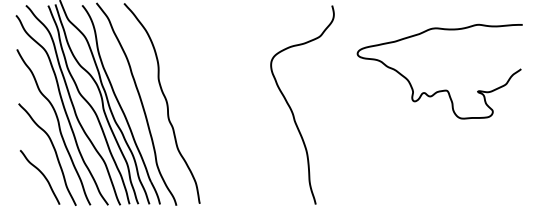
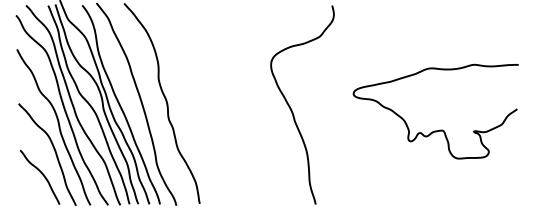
curve at (443, 89) position: (443, 89) -> (439, 129)
